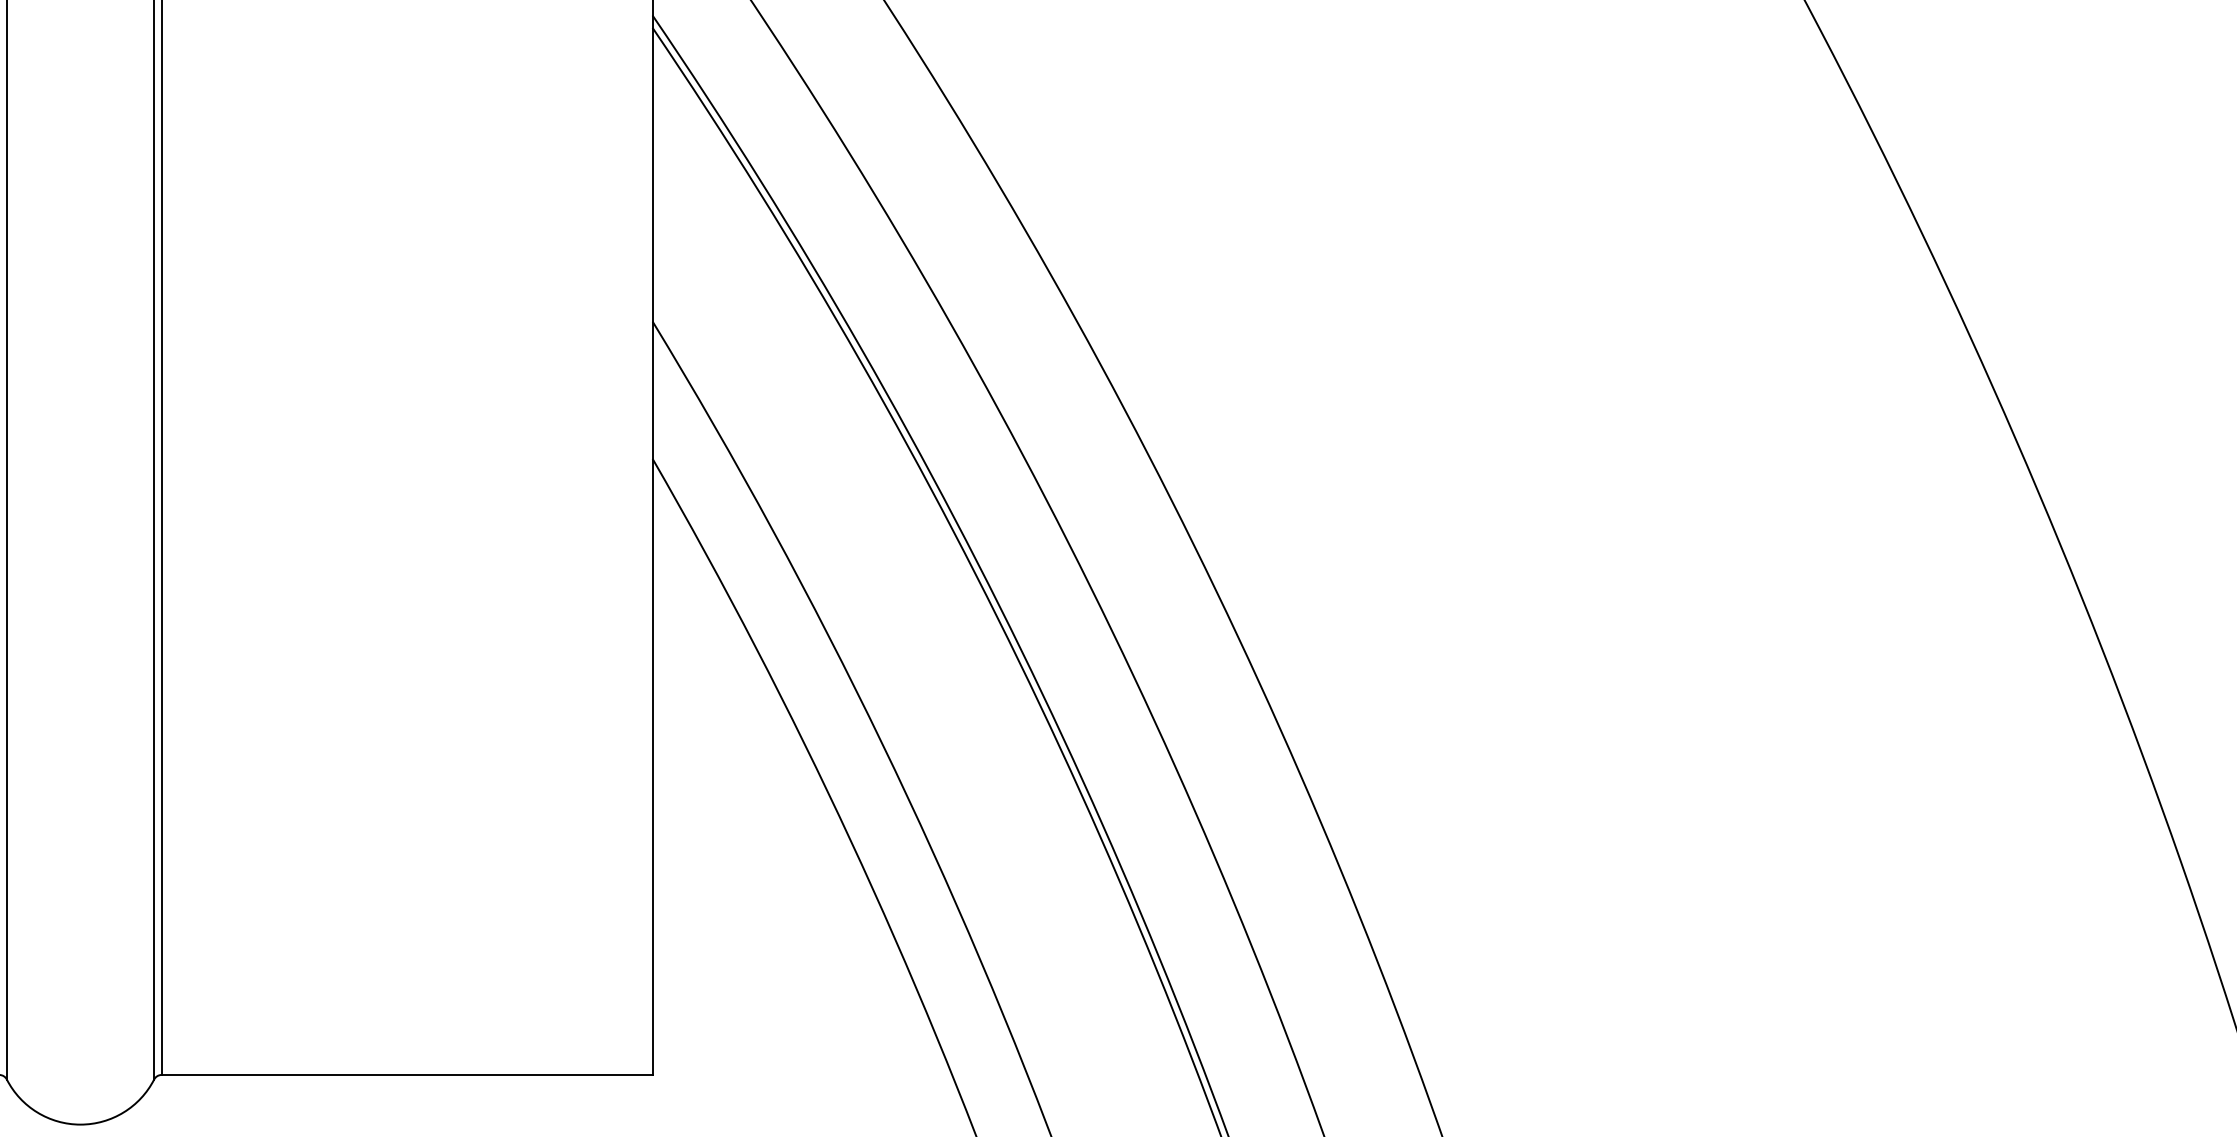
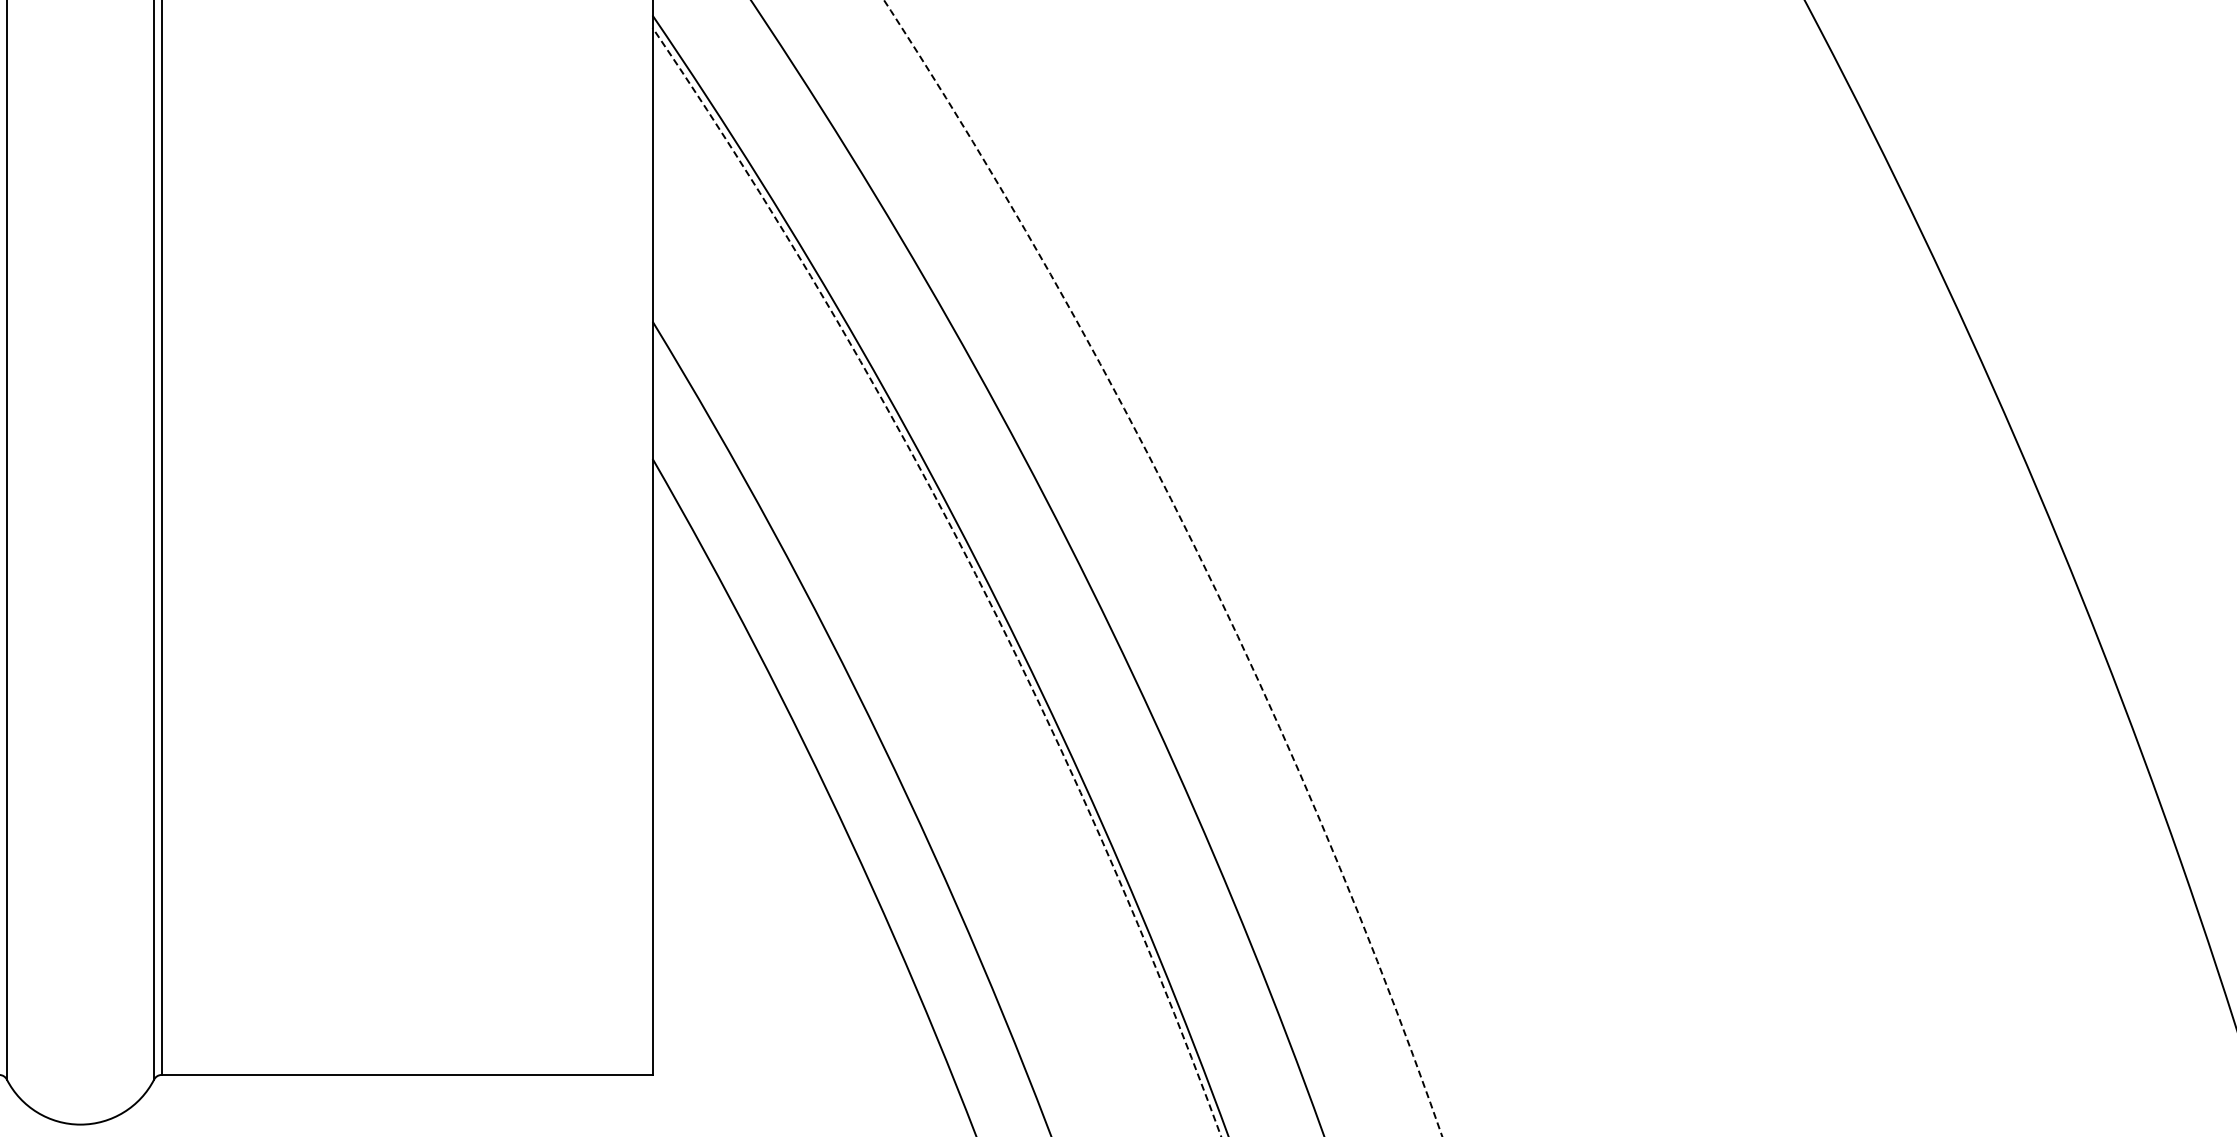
arc at (1195, 549): solid -> dashed
arc at (970, 564): solid -> dashed
